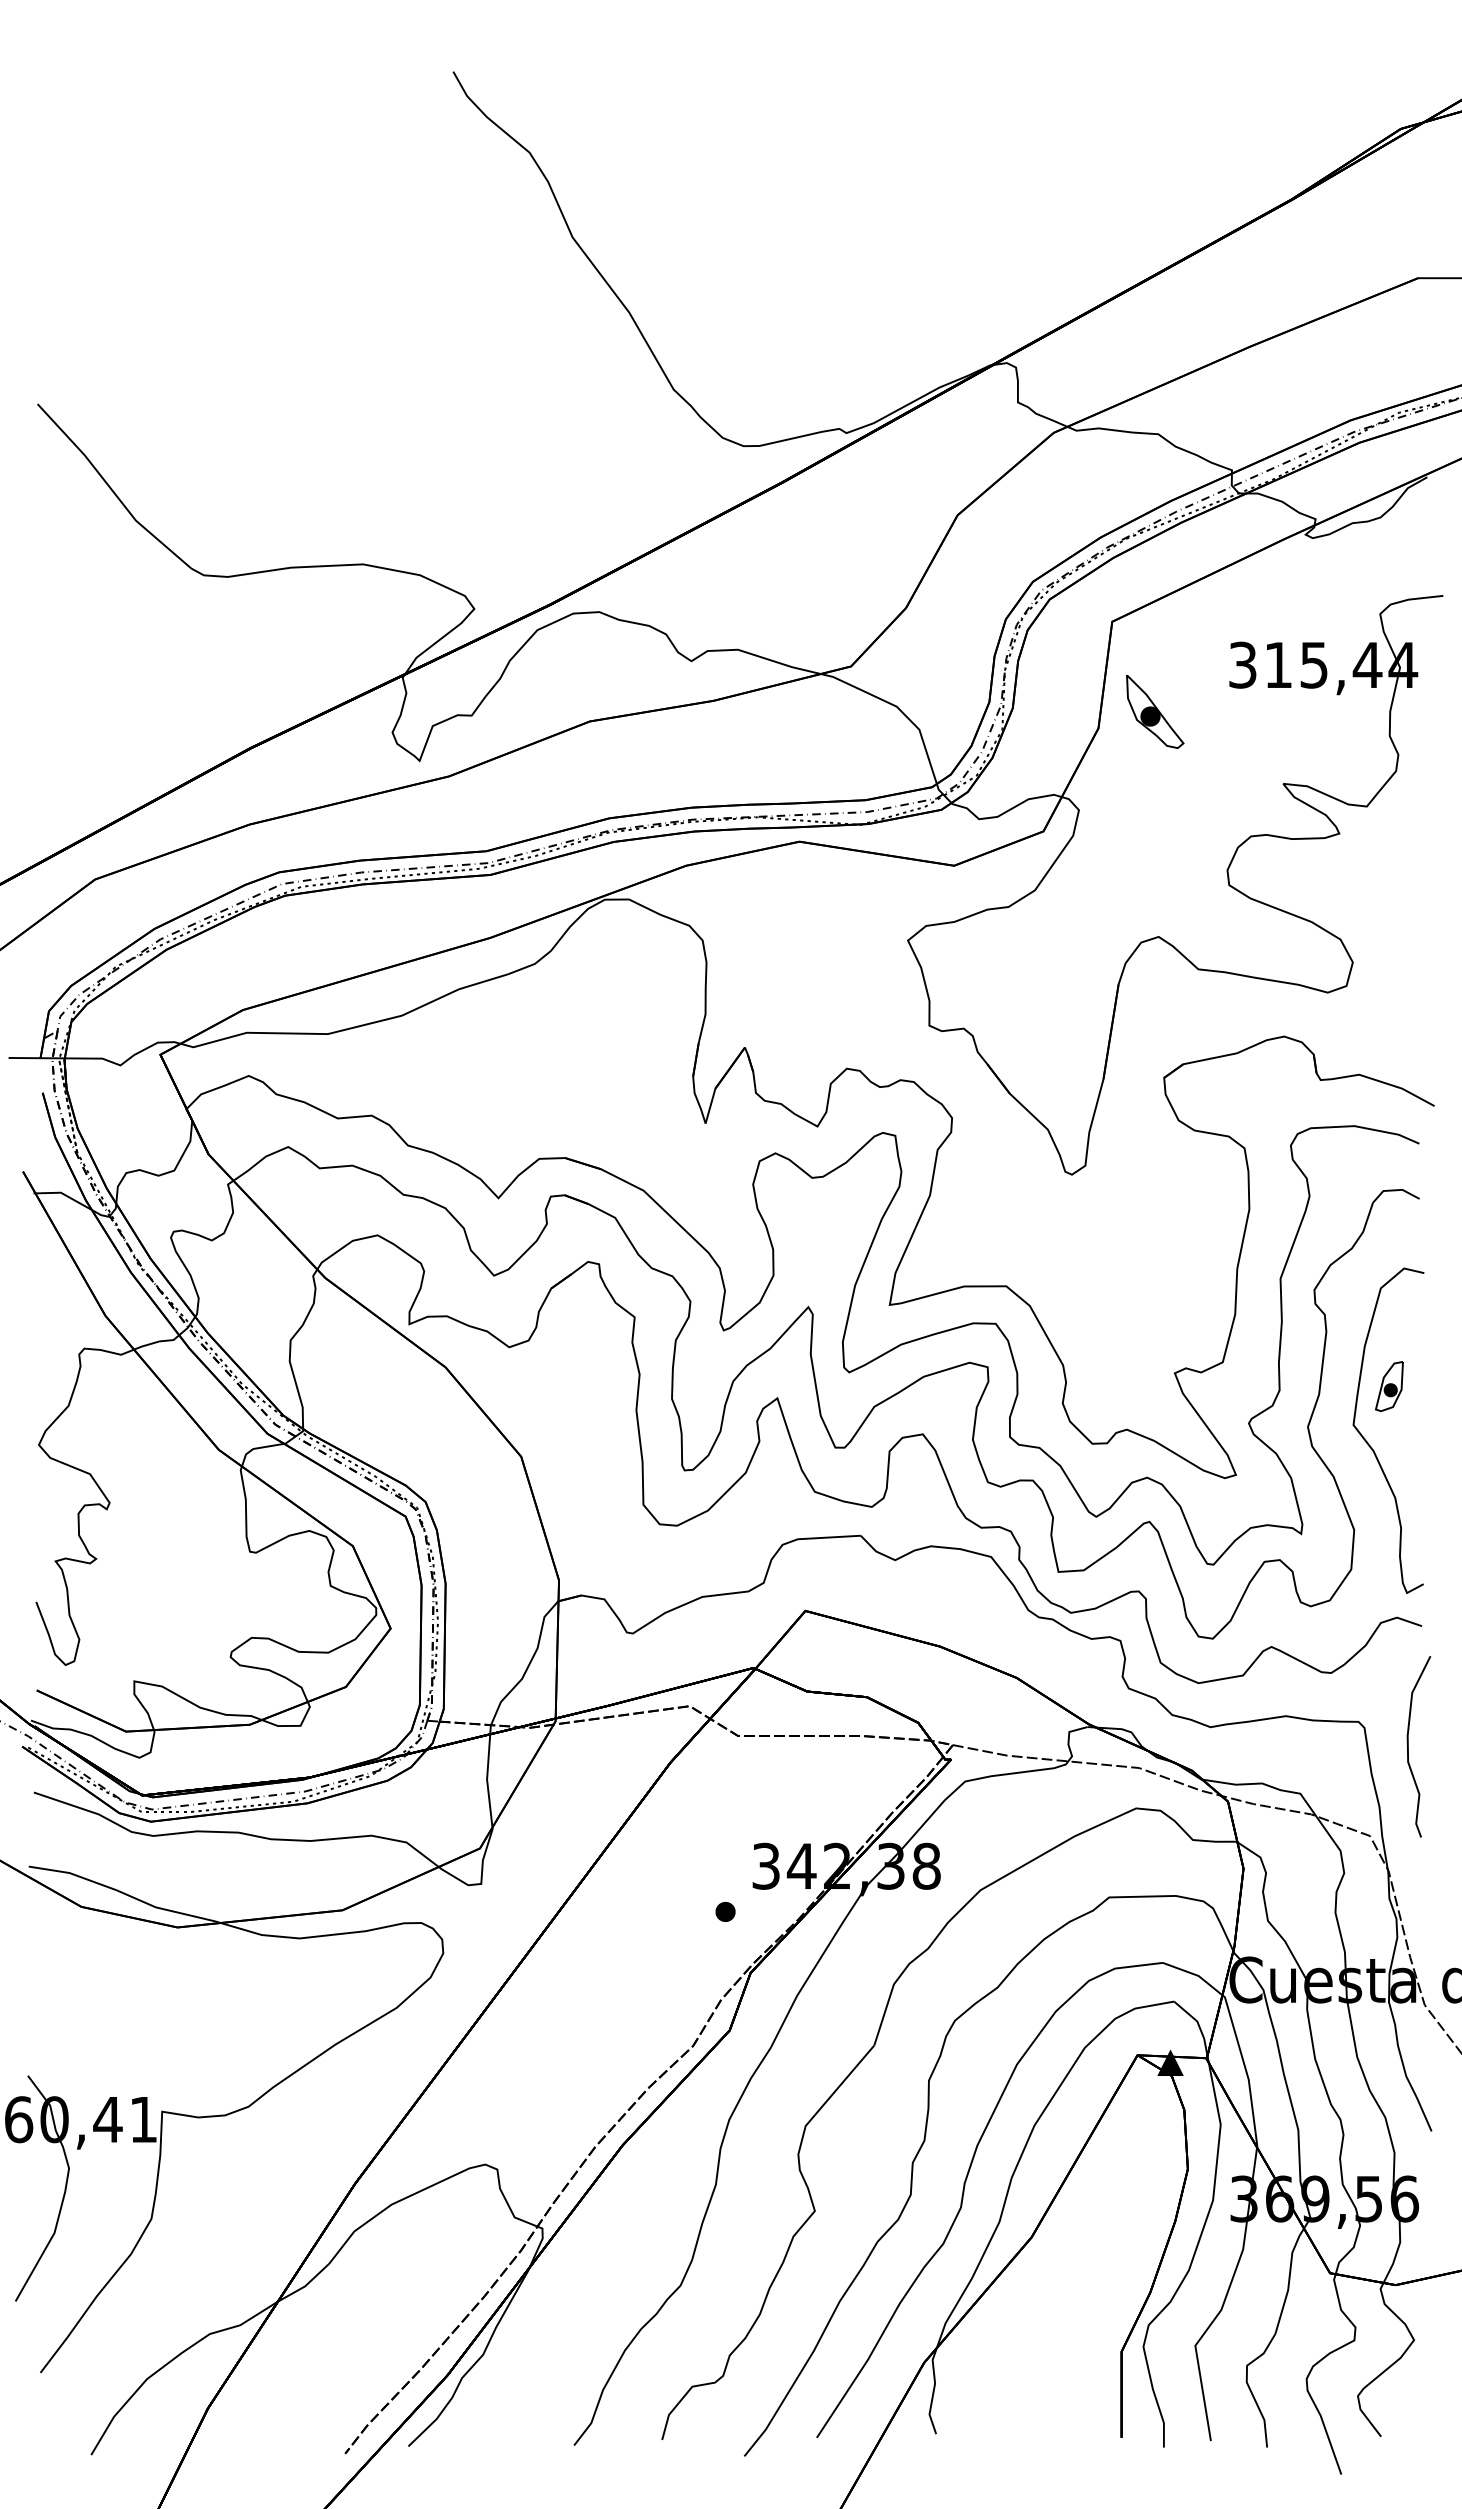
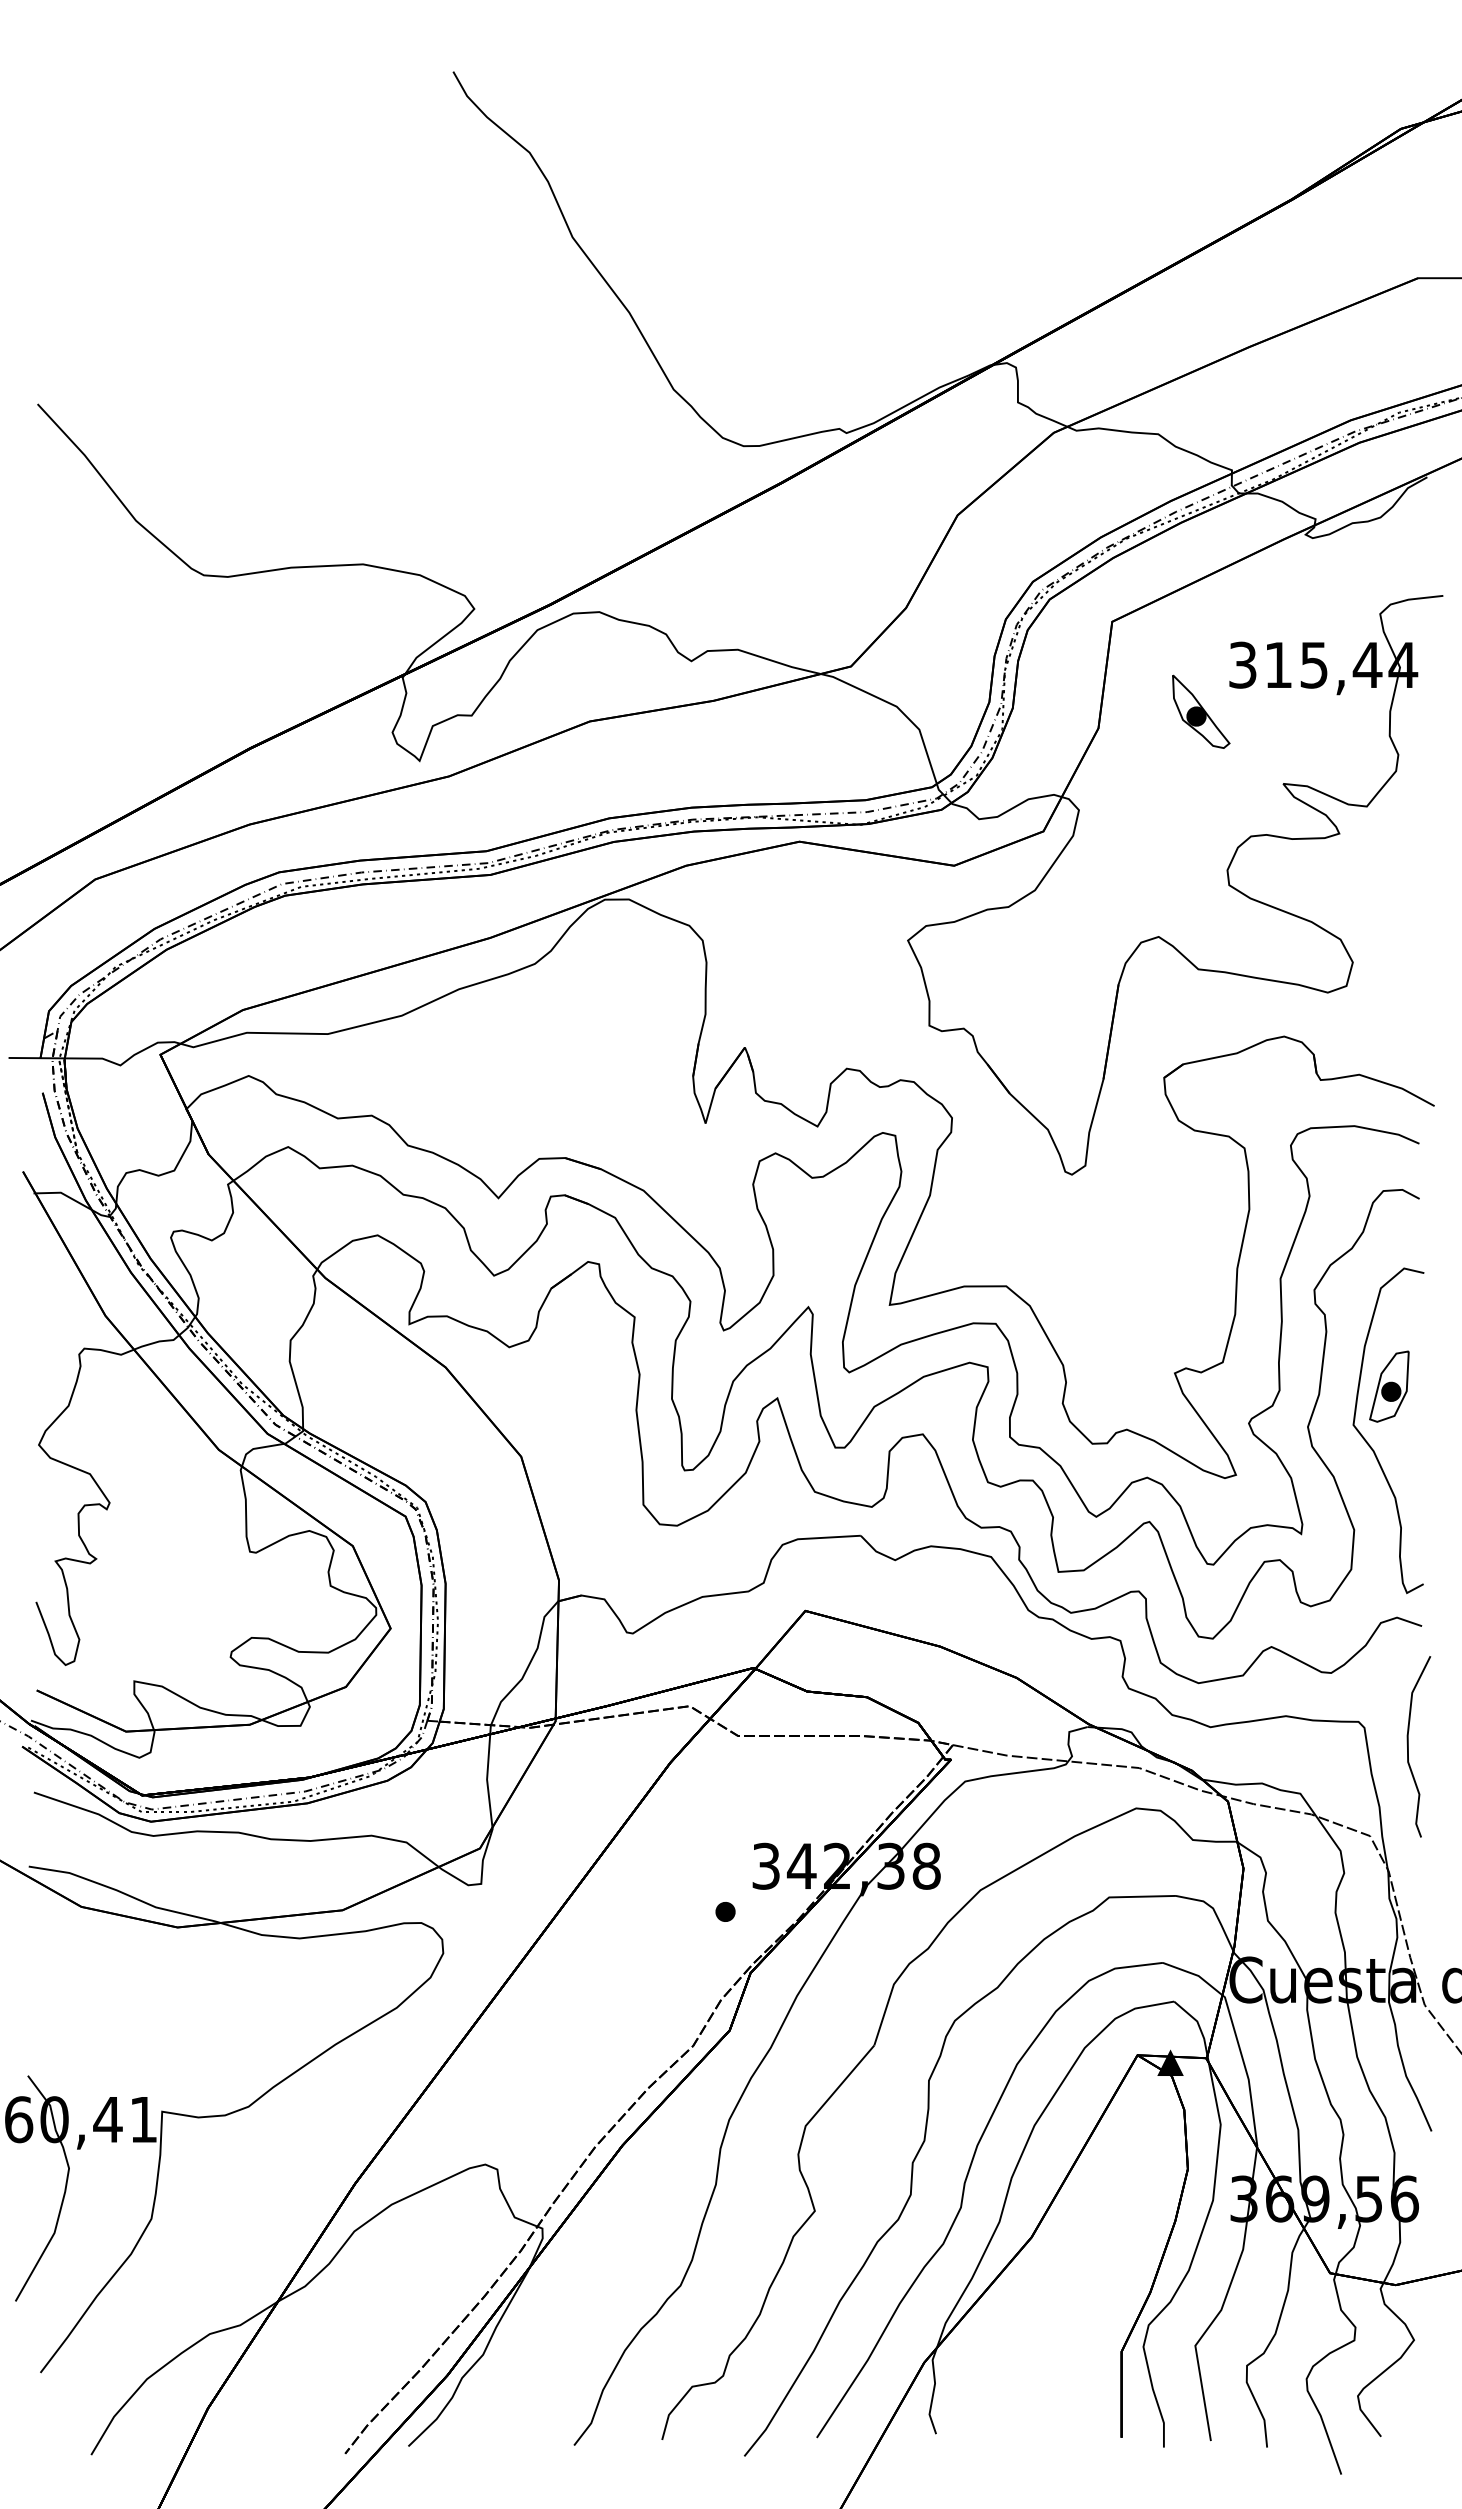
part at (1155, 711) position: (1155, 711) -> (1201, 711)
part at (1389, 1386) size: 29x51 px -> 41x73 px
